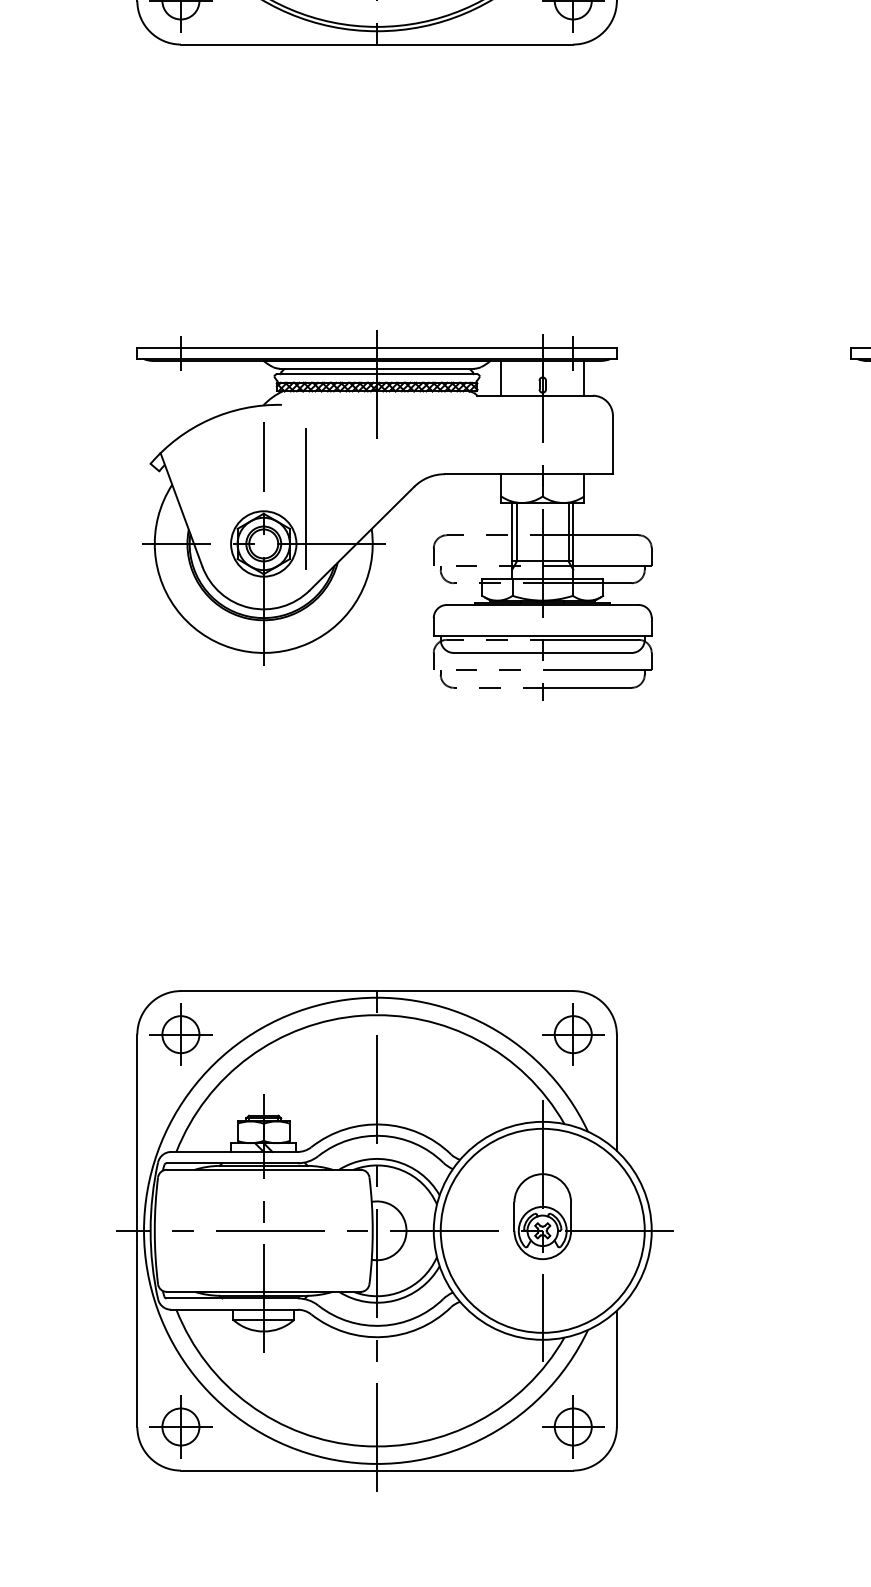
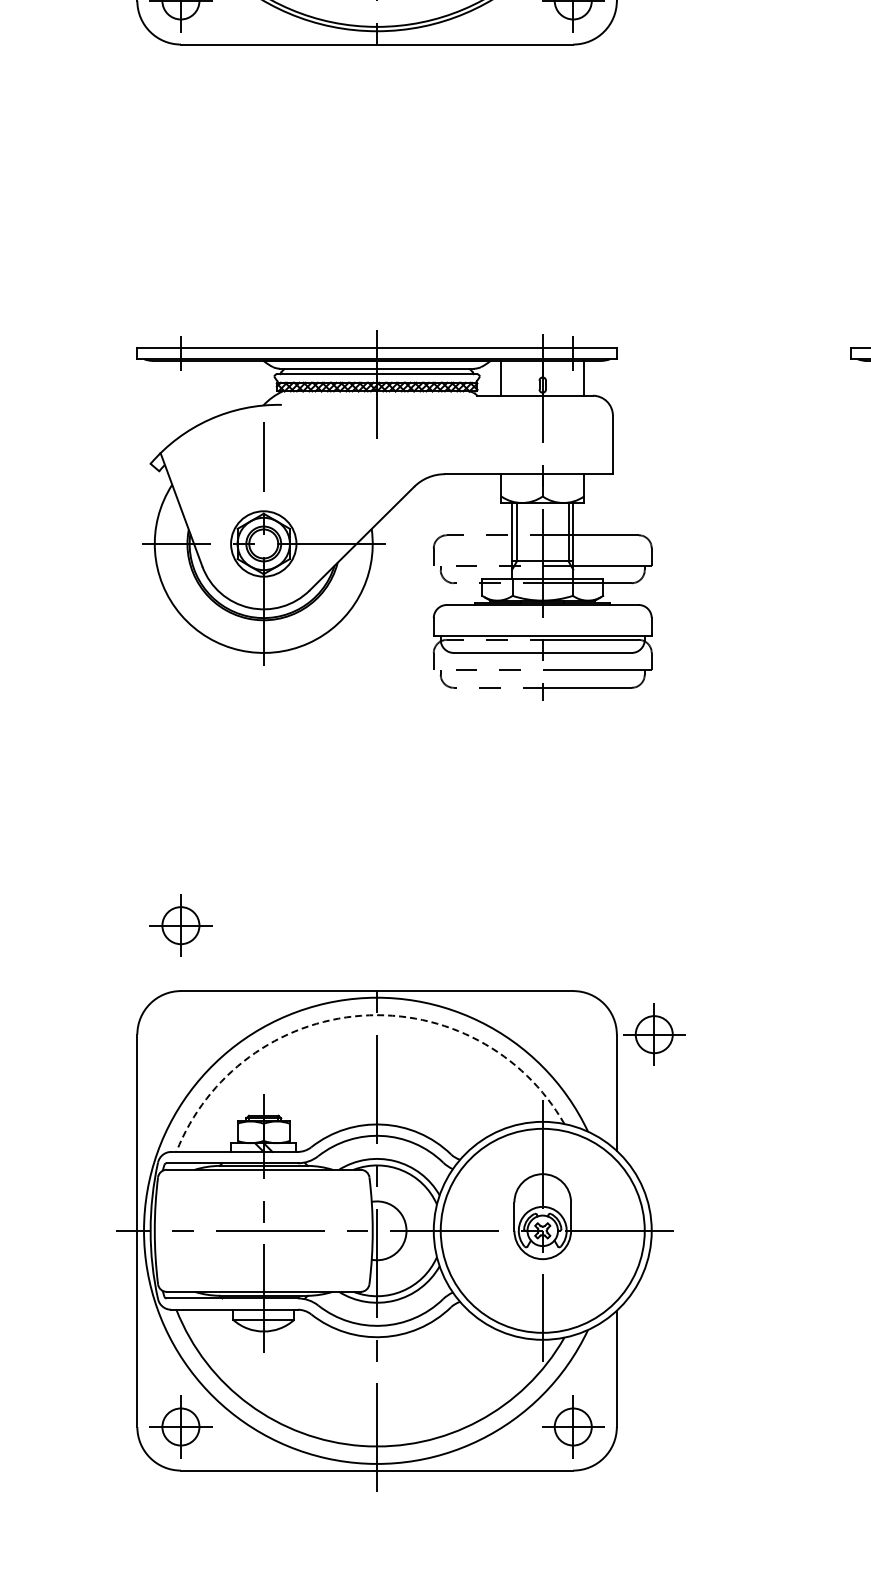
line at (305, 499): present -> none
arc at (361, 1015): solid -> dashed
part at (180, 1034) position: (180, 1034) -> (180, 925)
part at (573, 1034) position: (573, 1034) -> (654, 1034)
